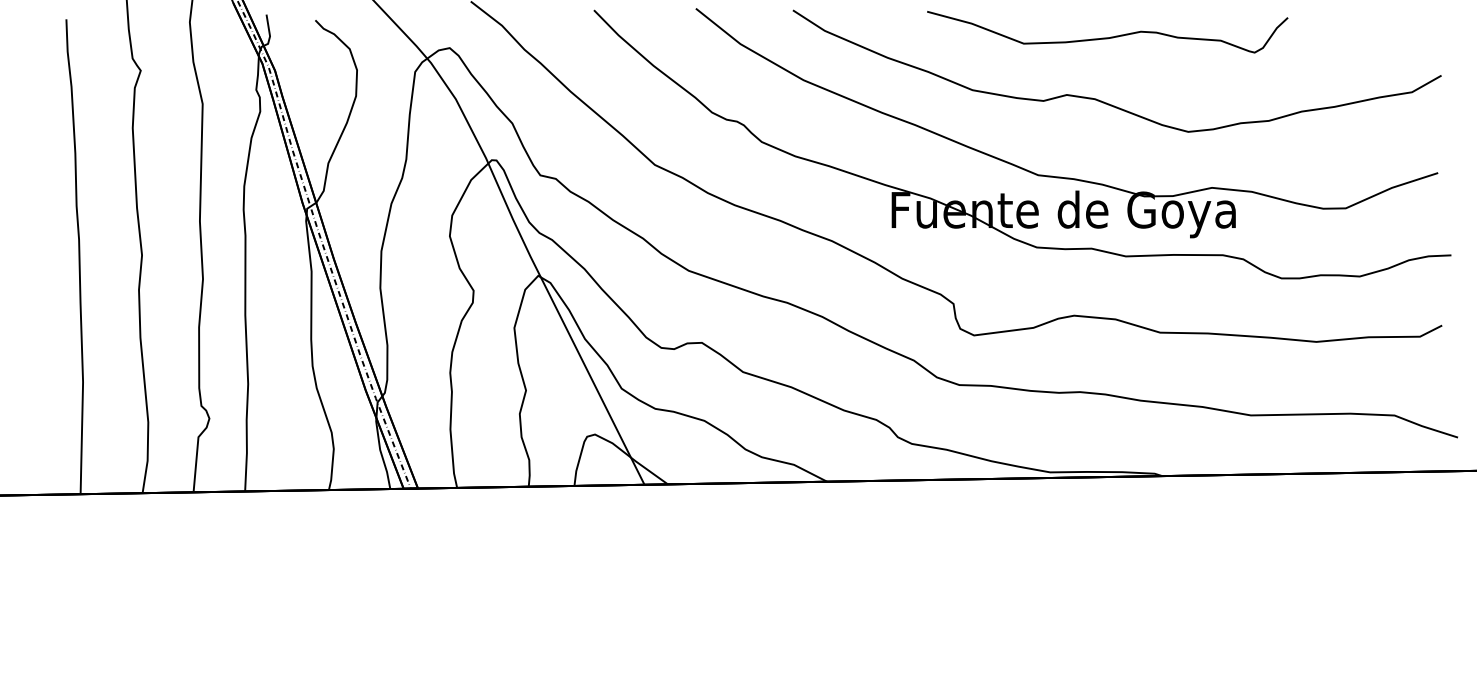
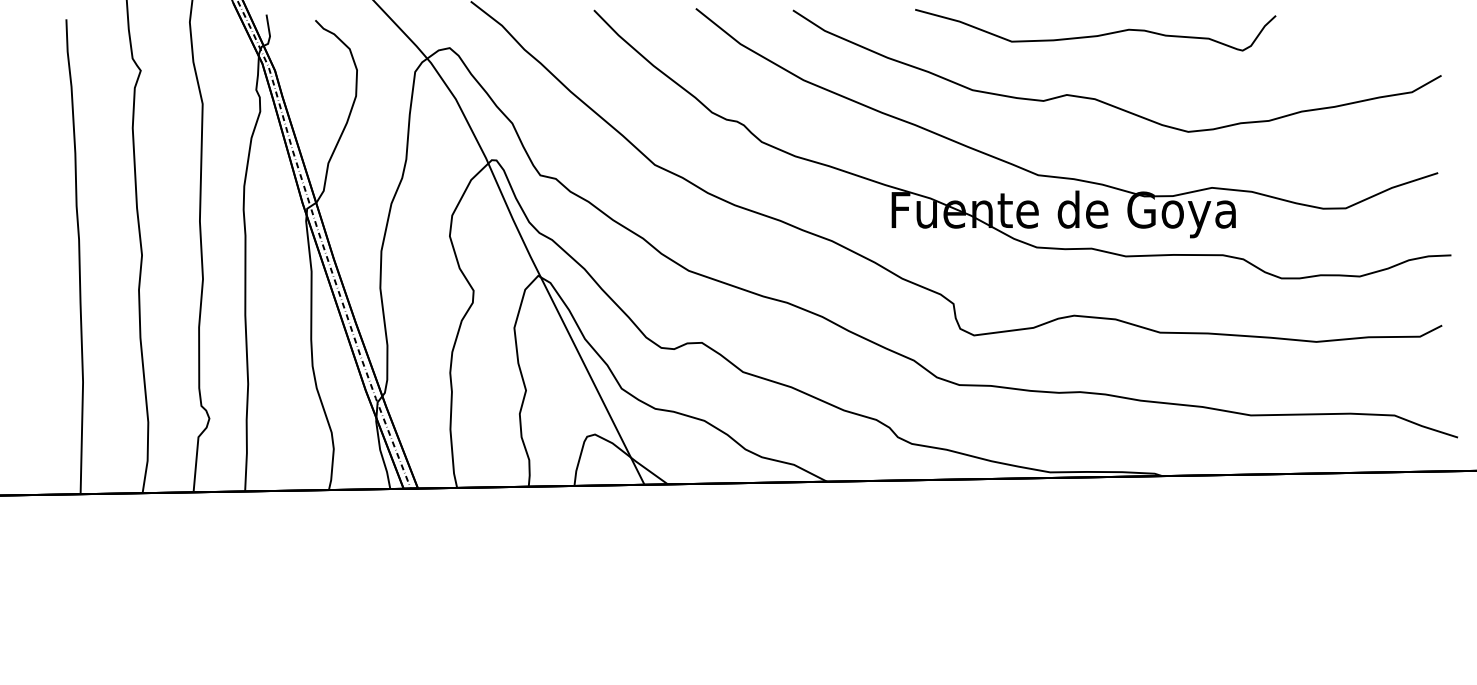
curve at (1110, 36) position: (1110, 36) -> (1098, 34)
